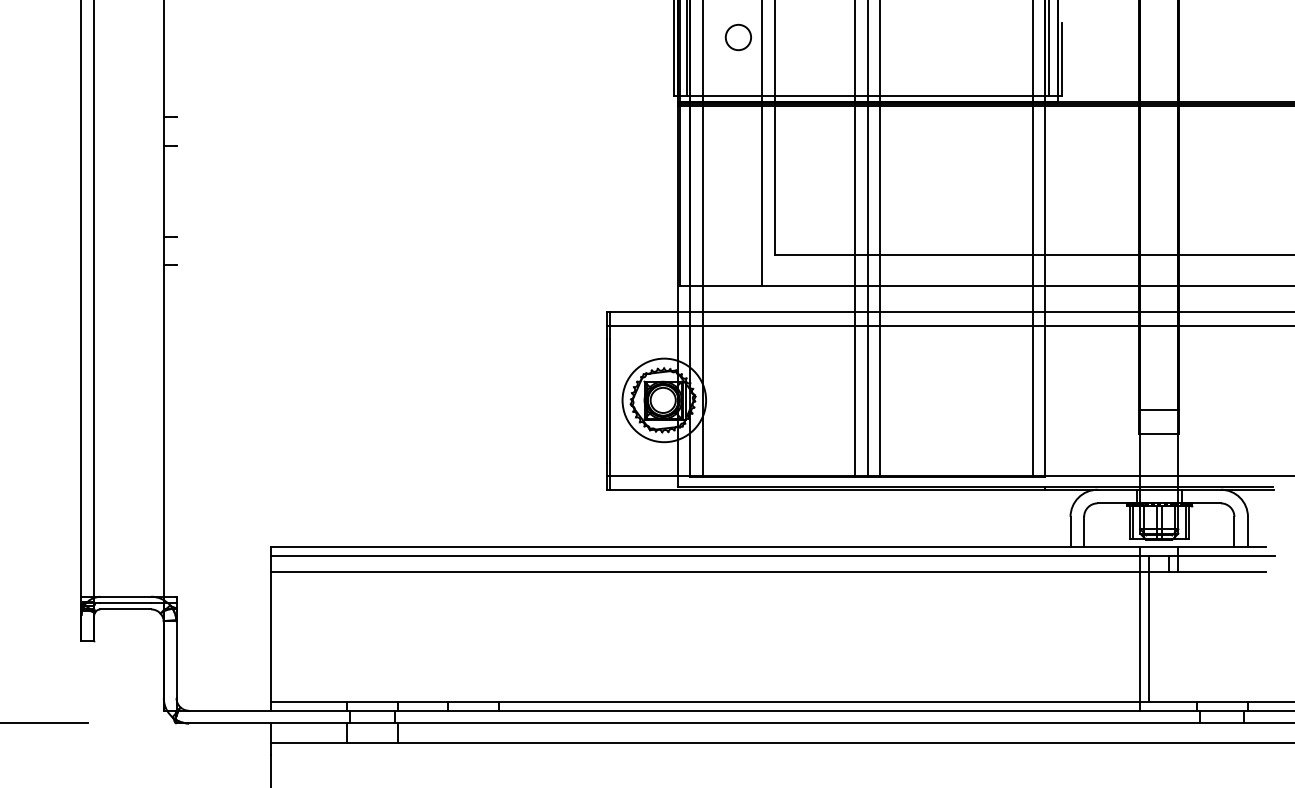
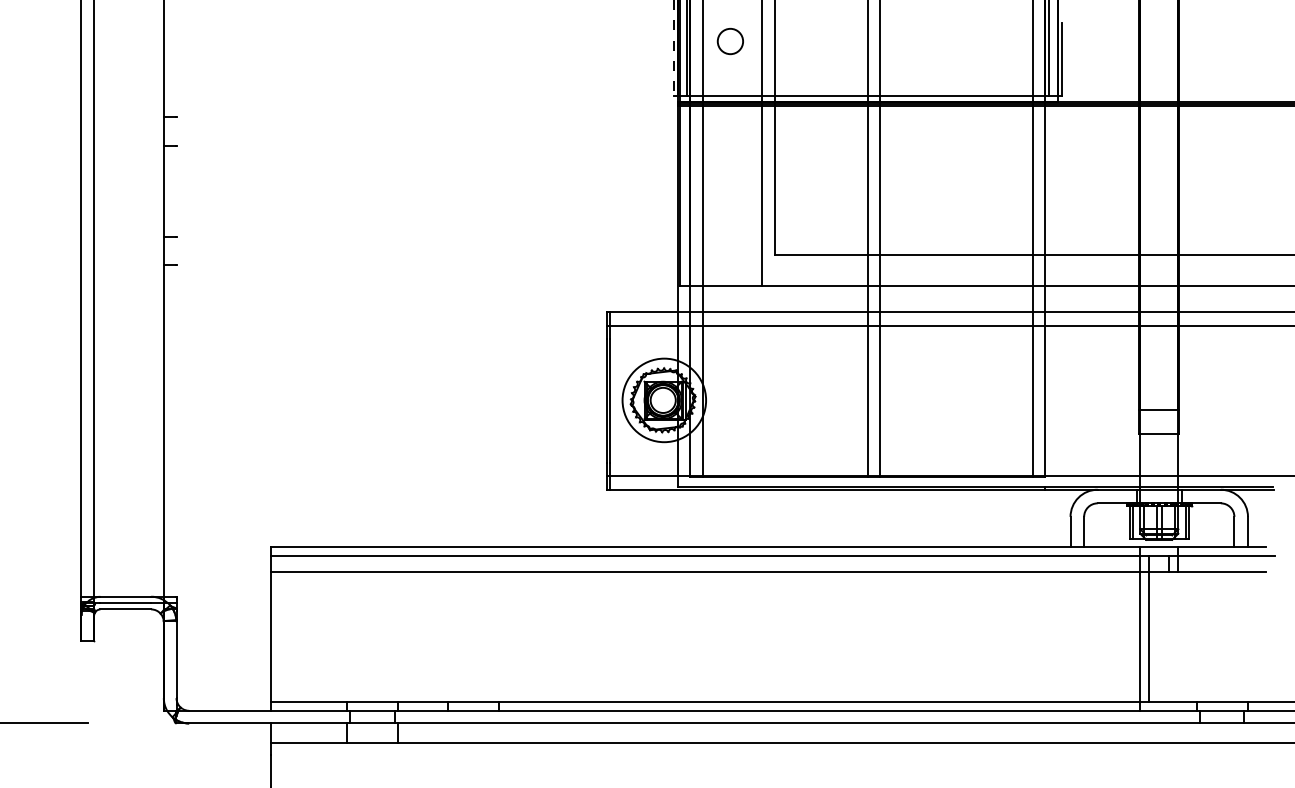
circle at (737, 37) position: (737, 37) -> (729, 41)
line at (673, 48): solid -> dashed
line at (855, 239): present -> none
